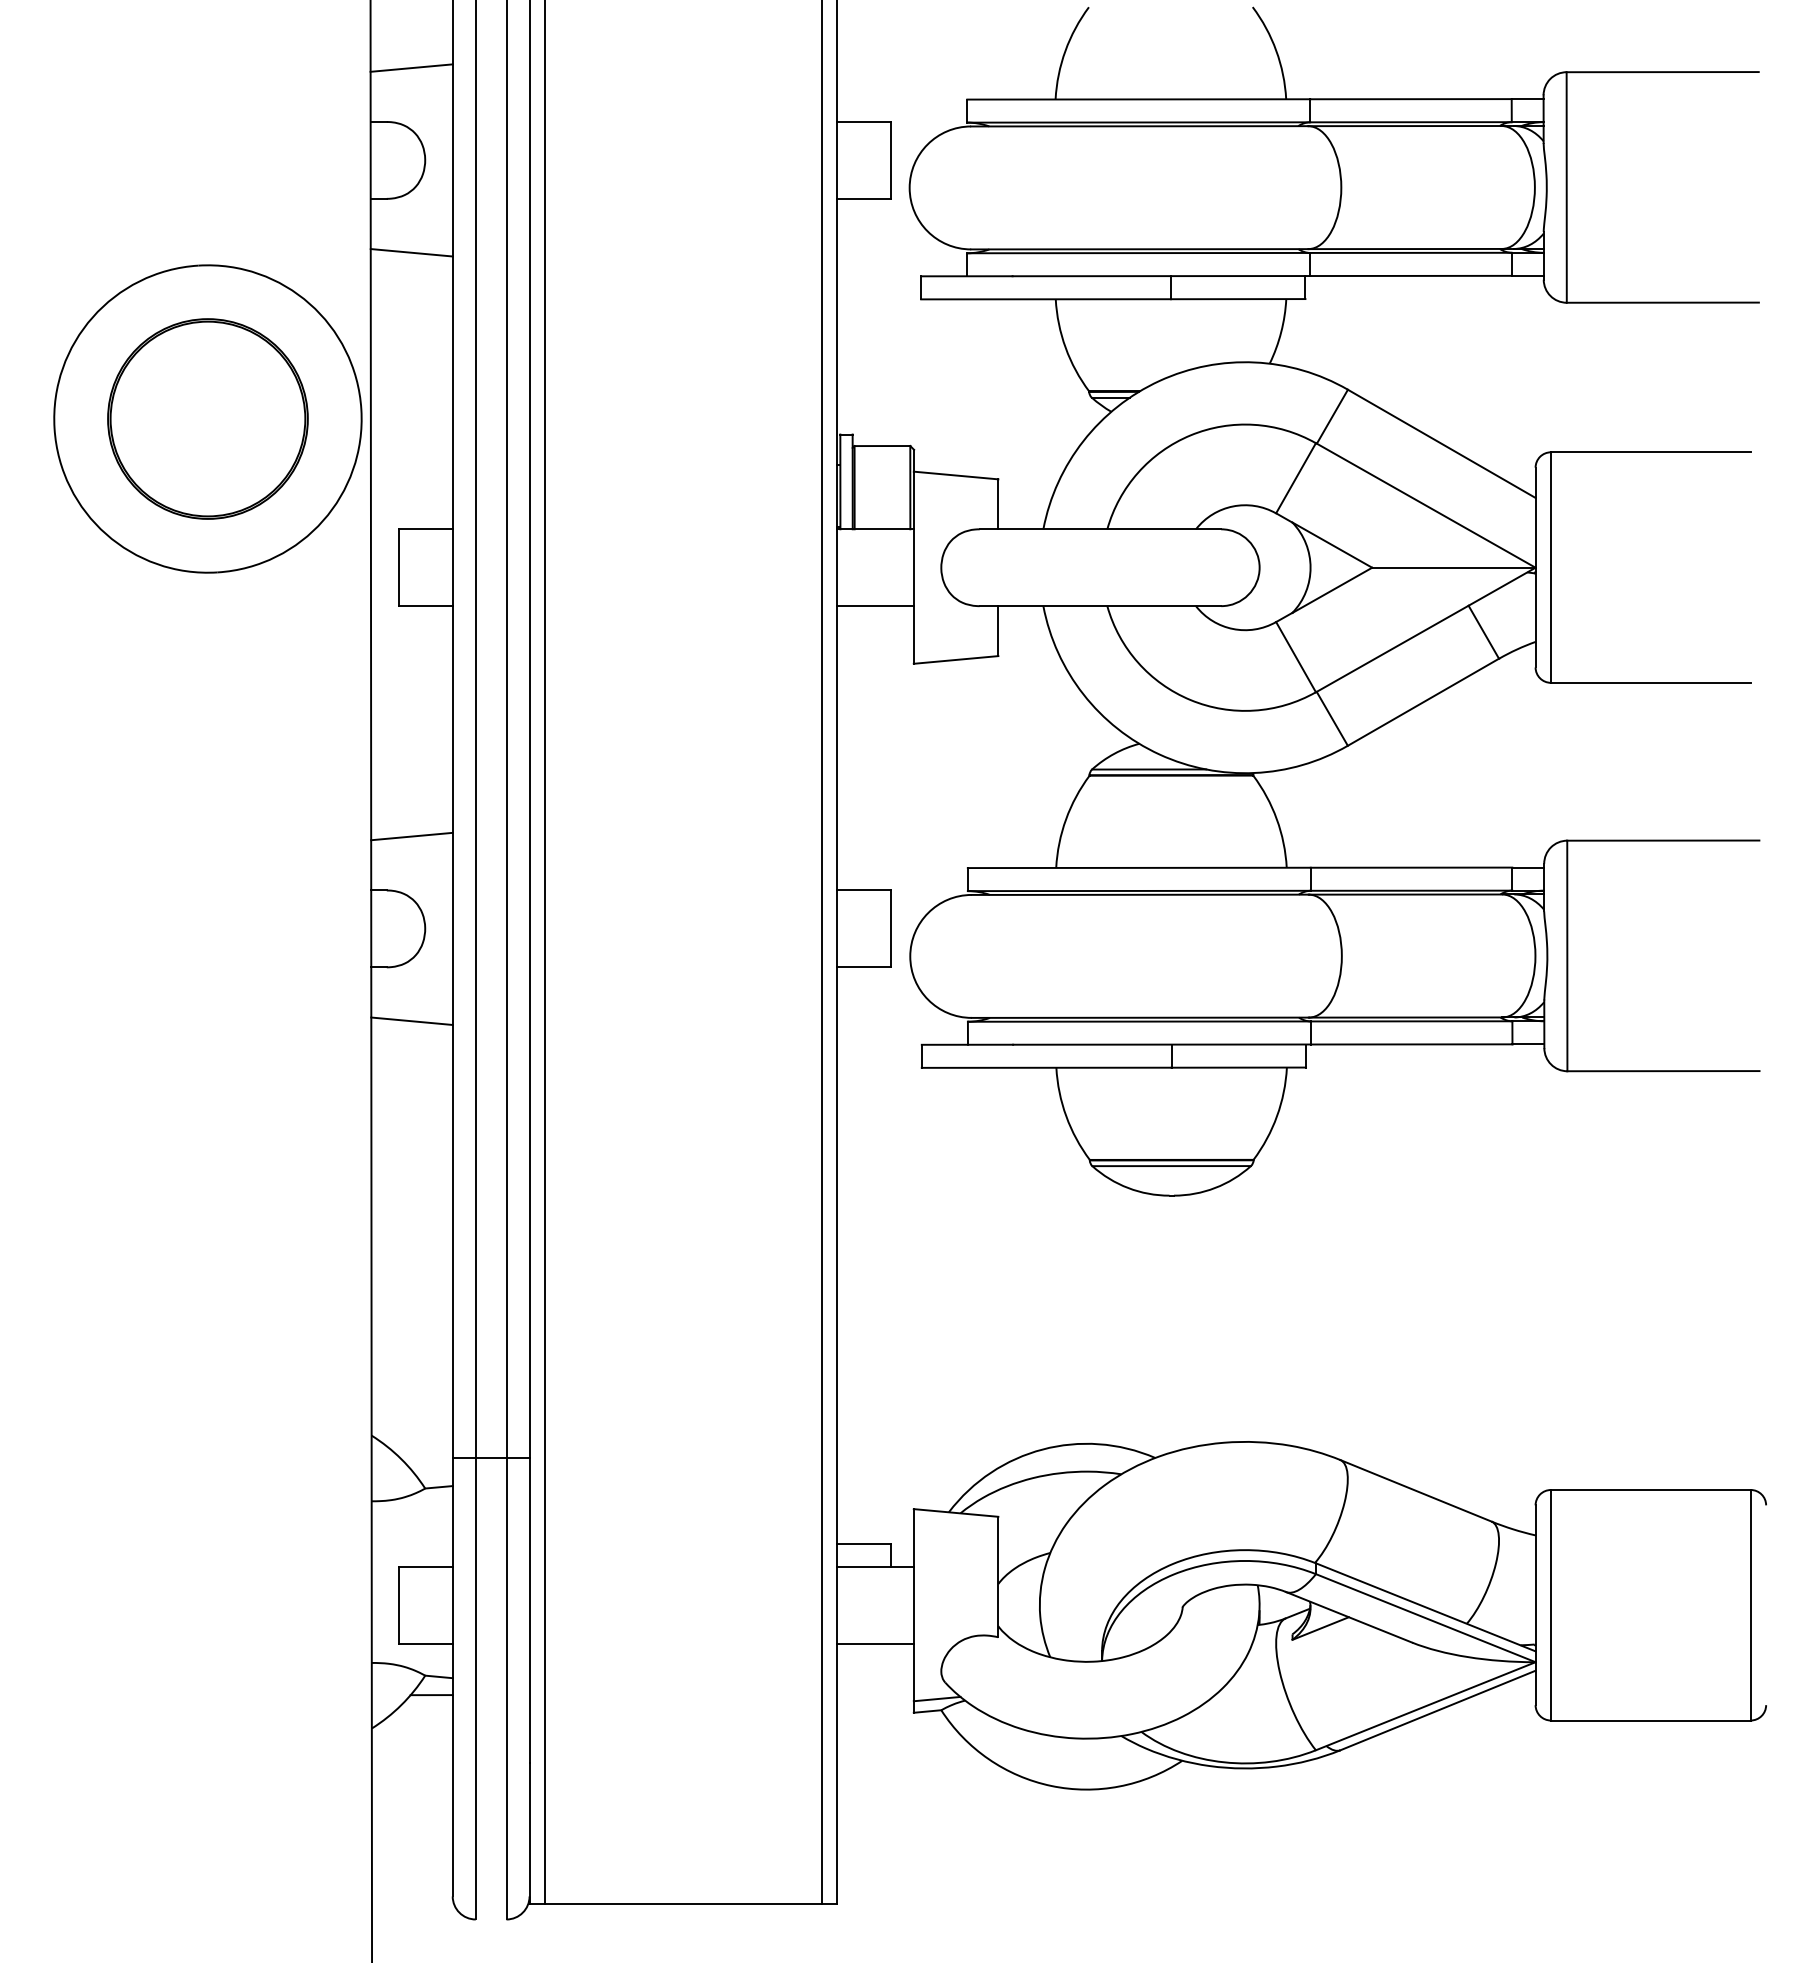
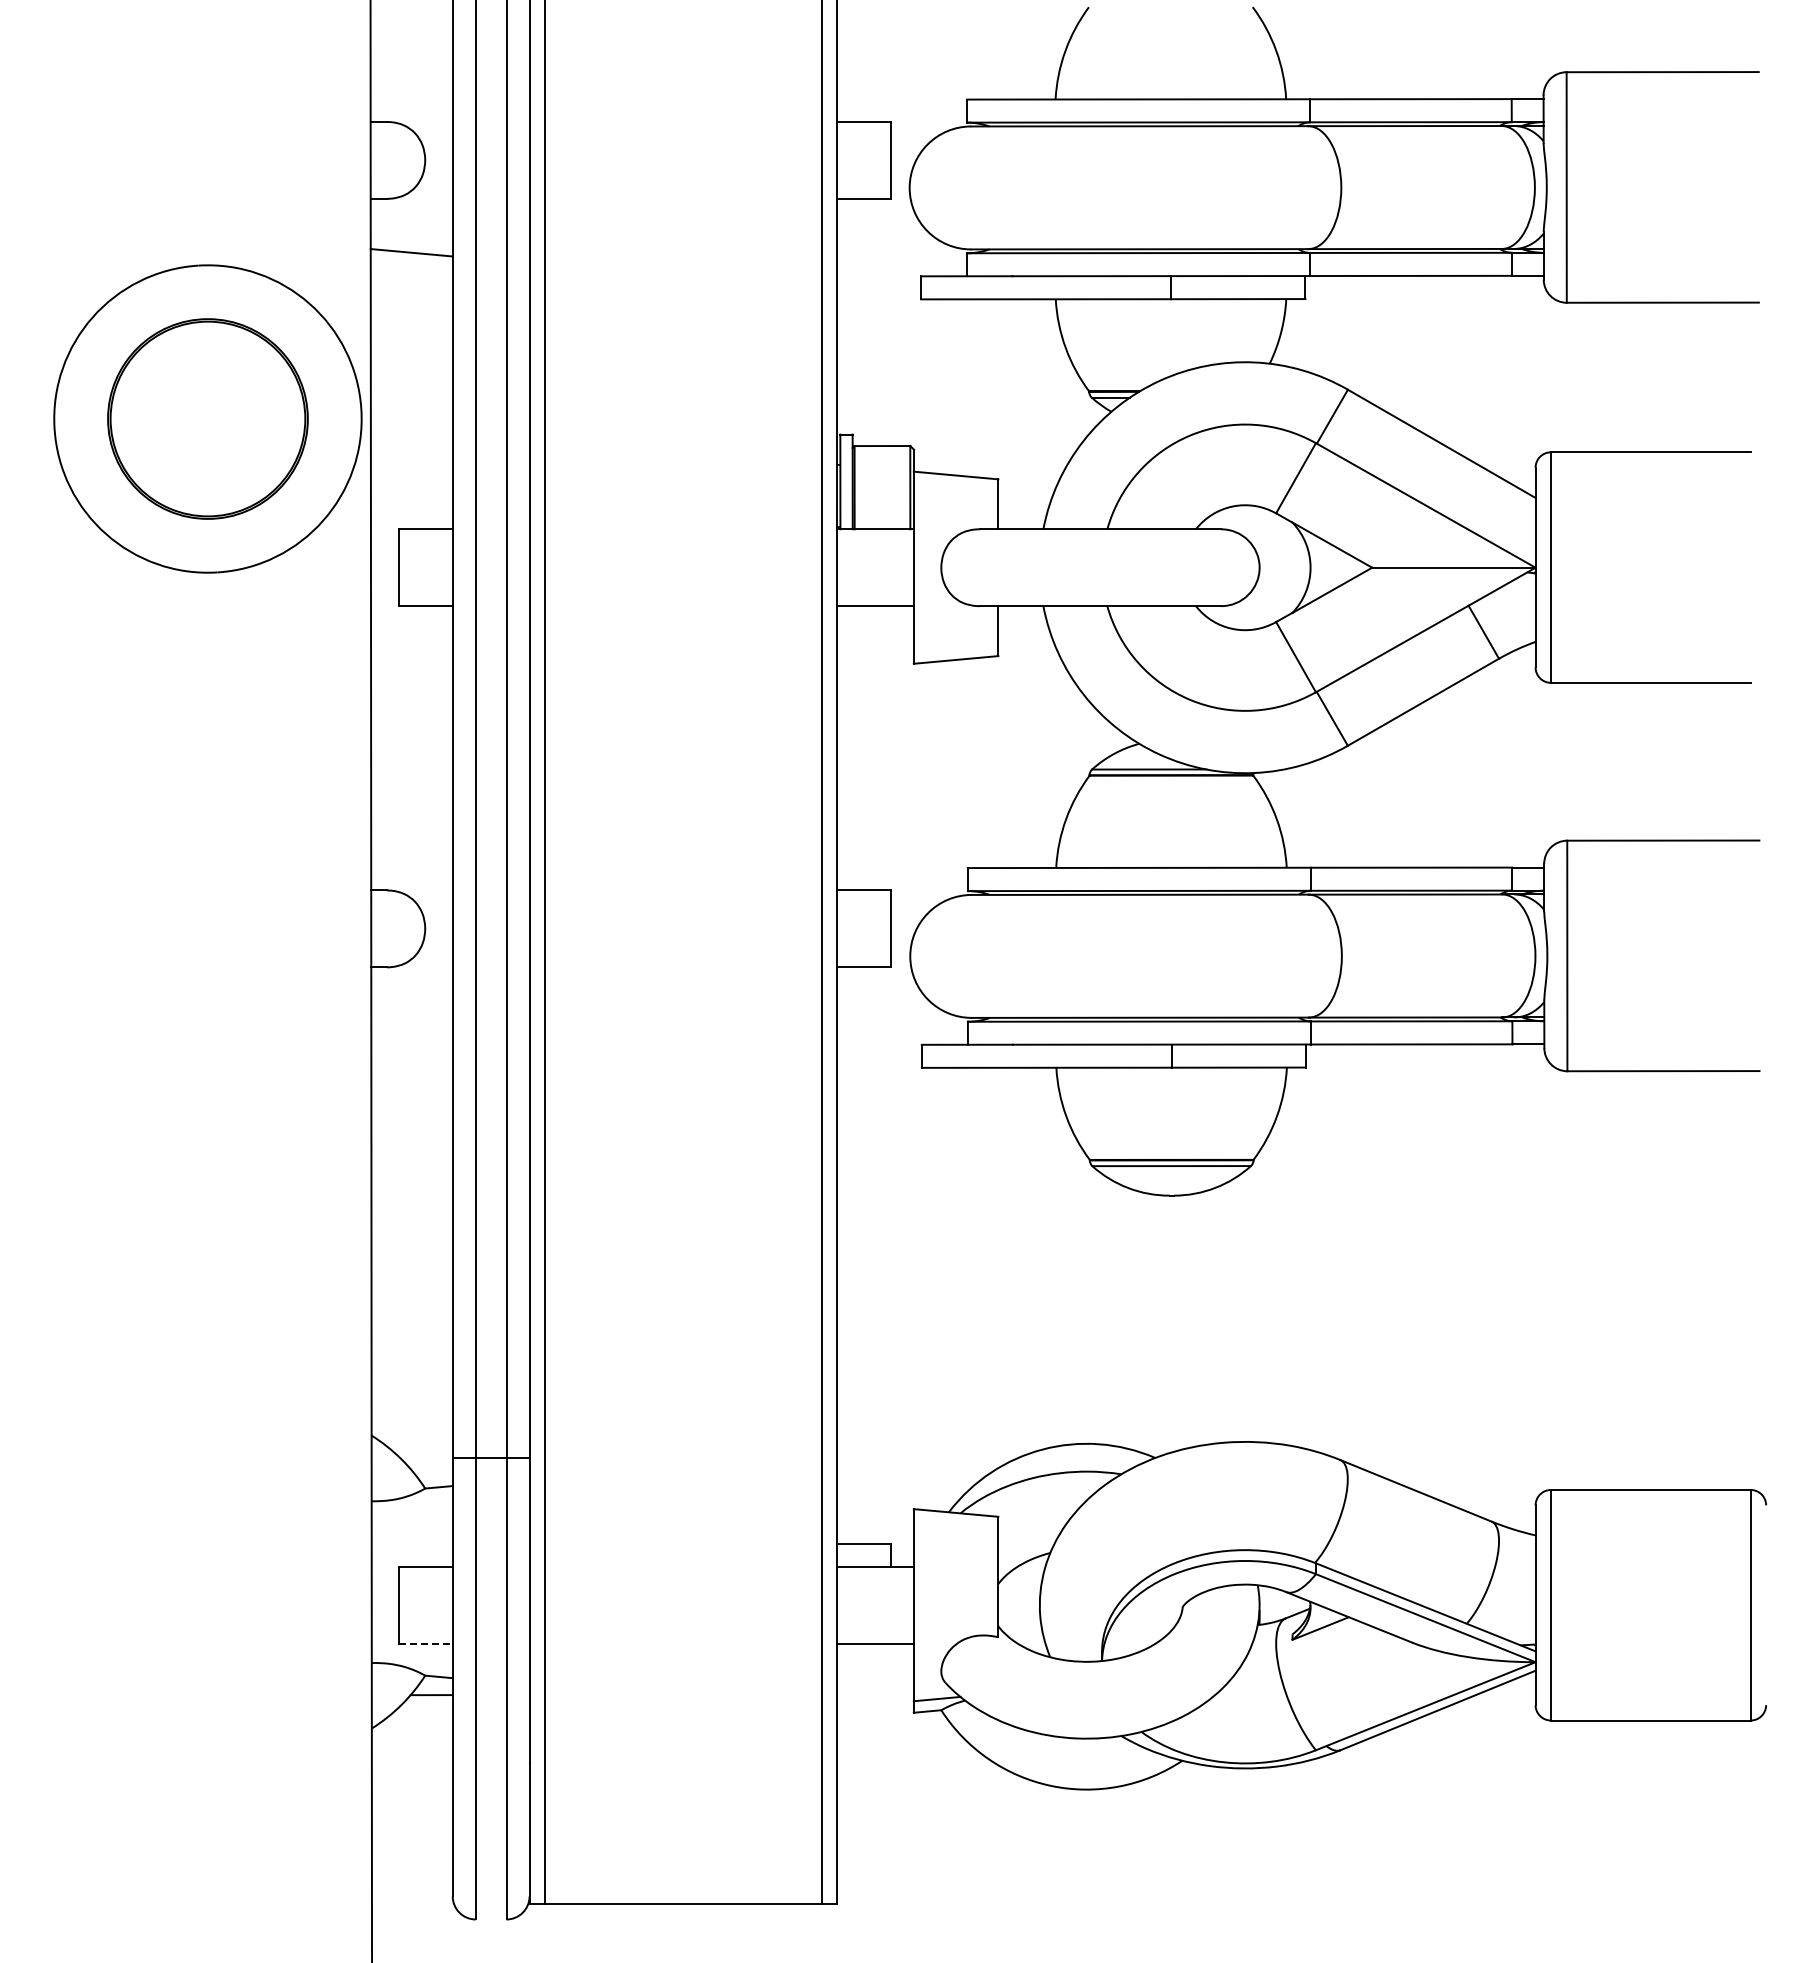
line at (411, 67): present -> none
line at (411, 836): present -> none
line at (411, 1020): present -> none
line at (425, 1643): solid -> dashed
